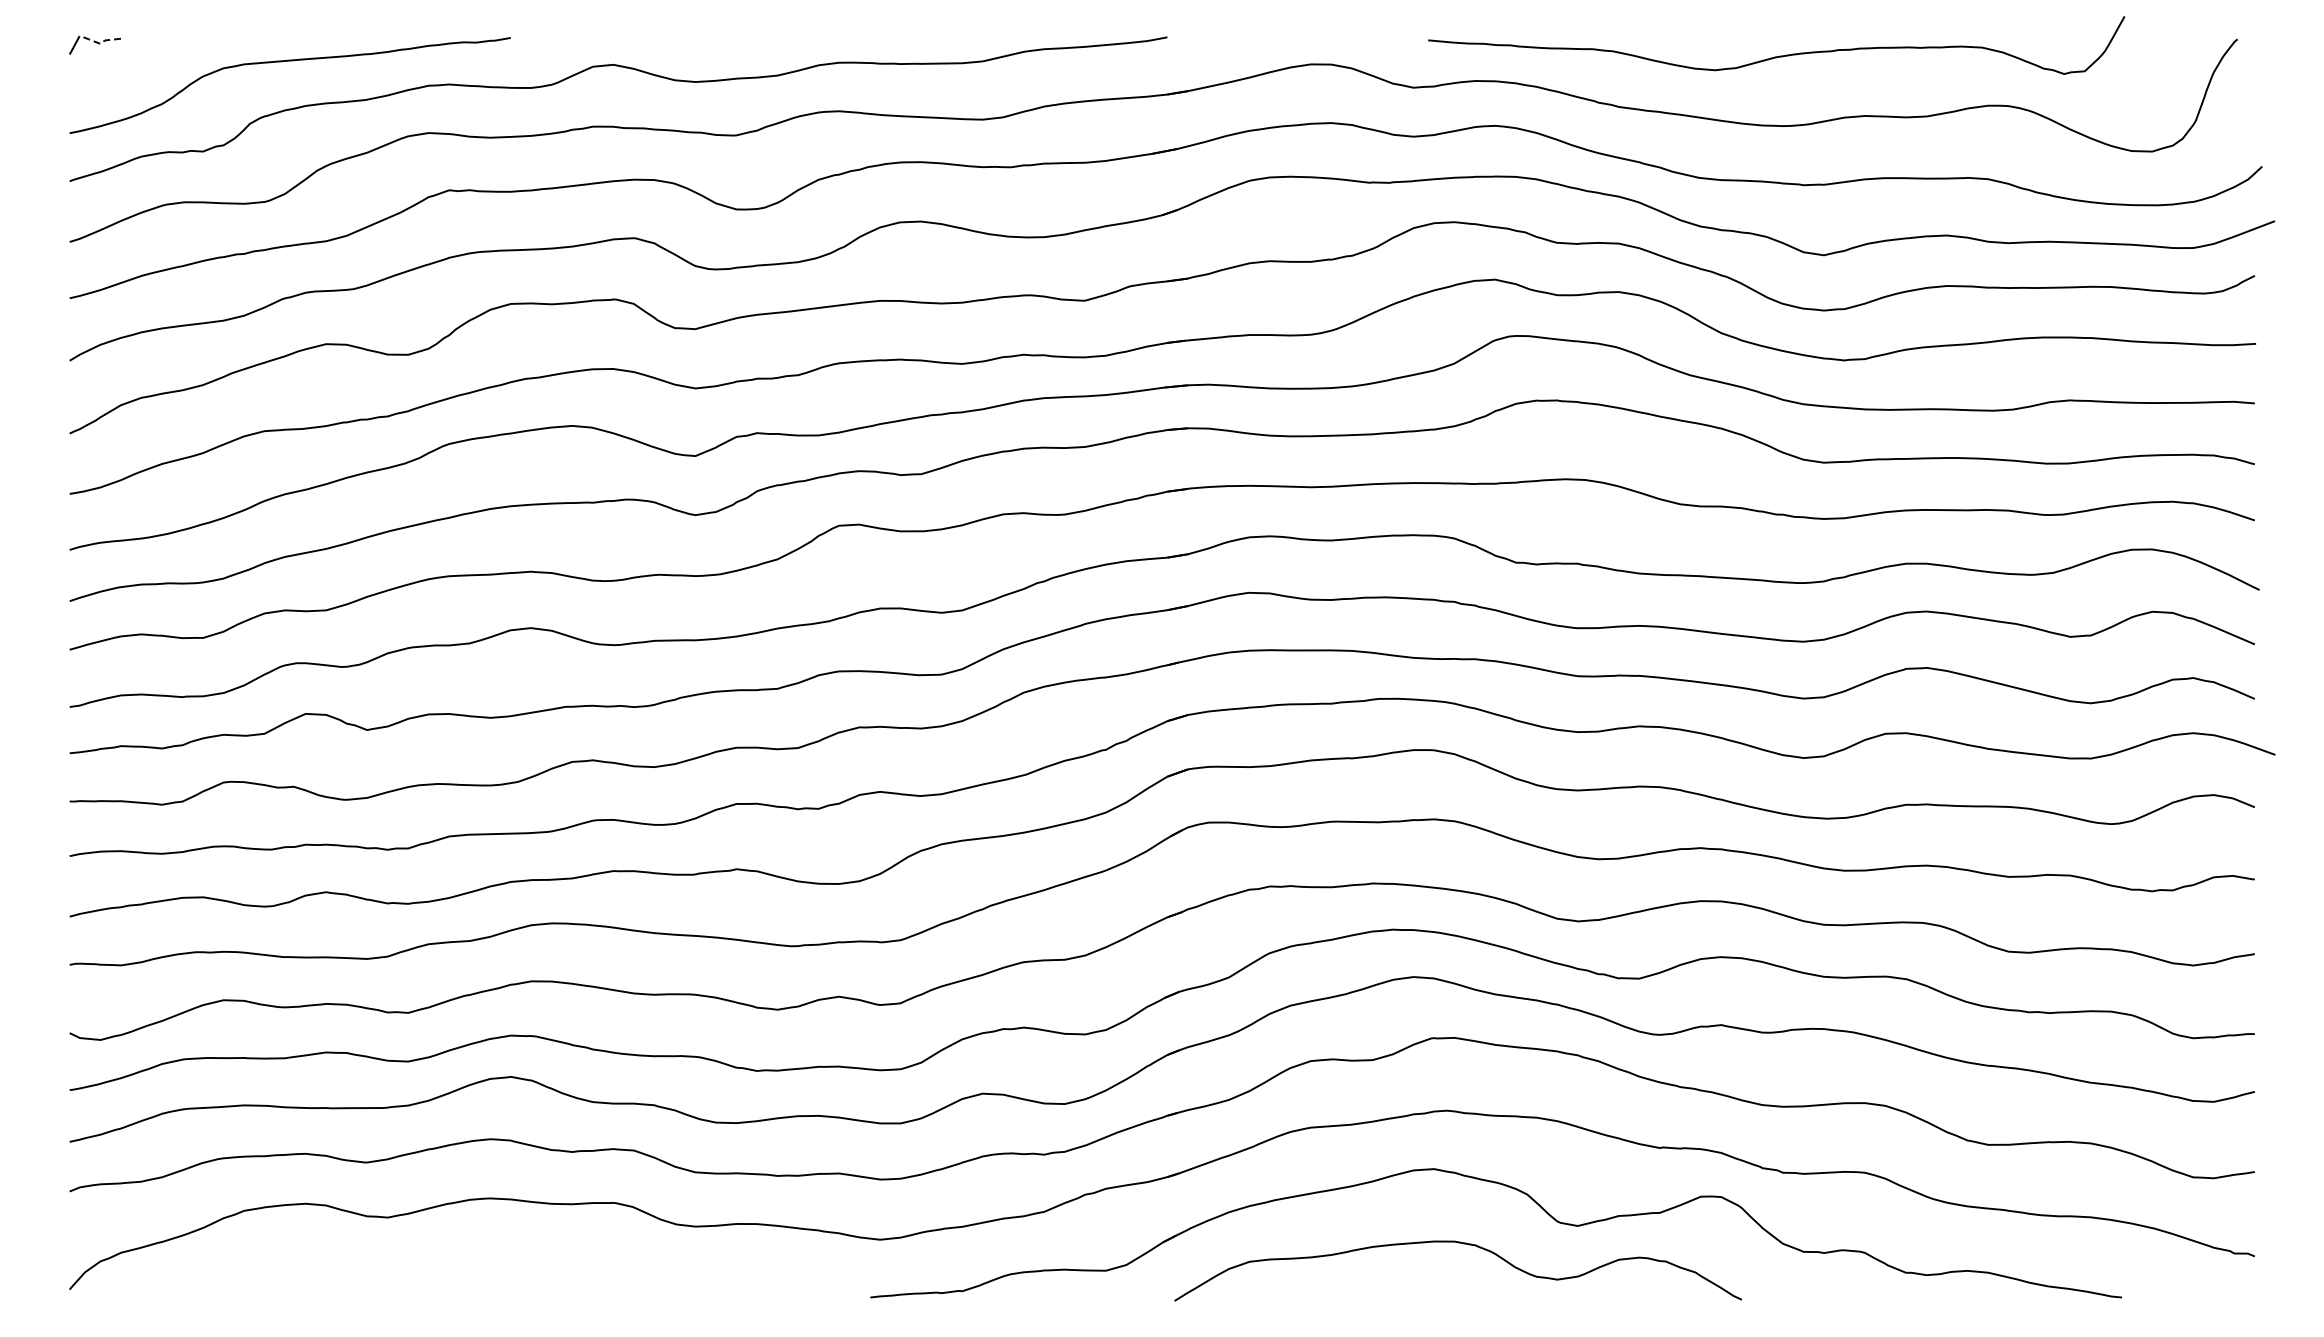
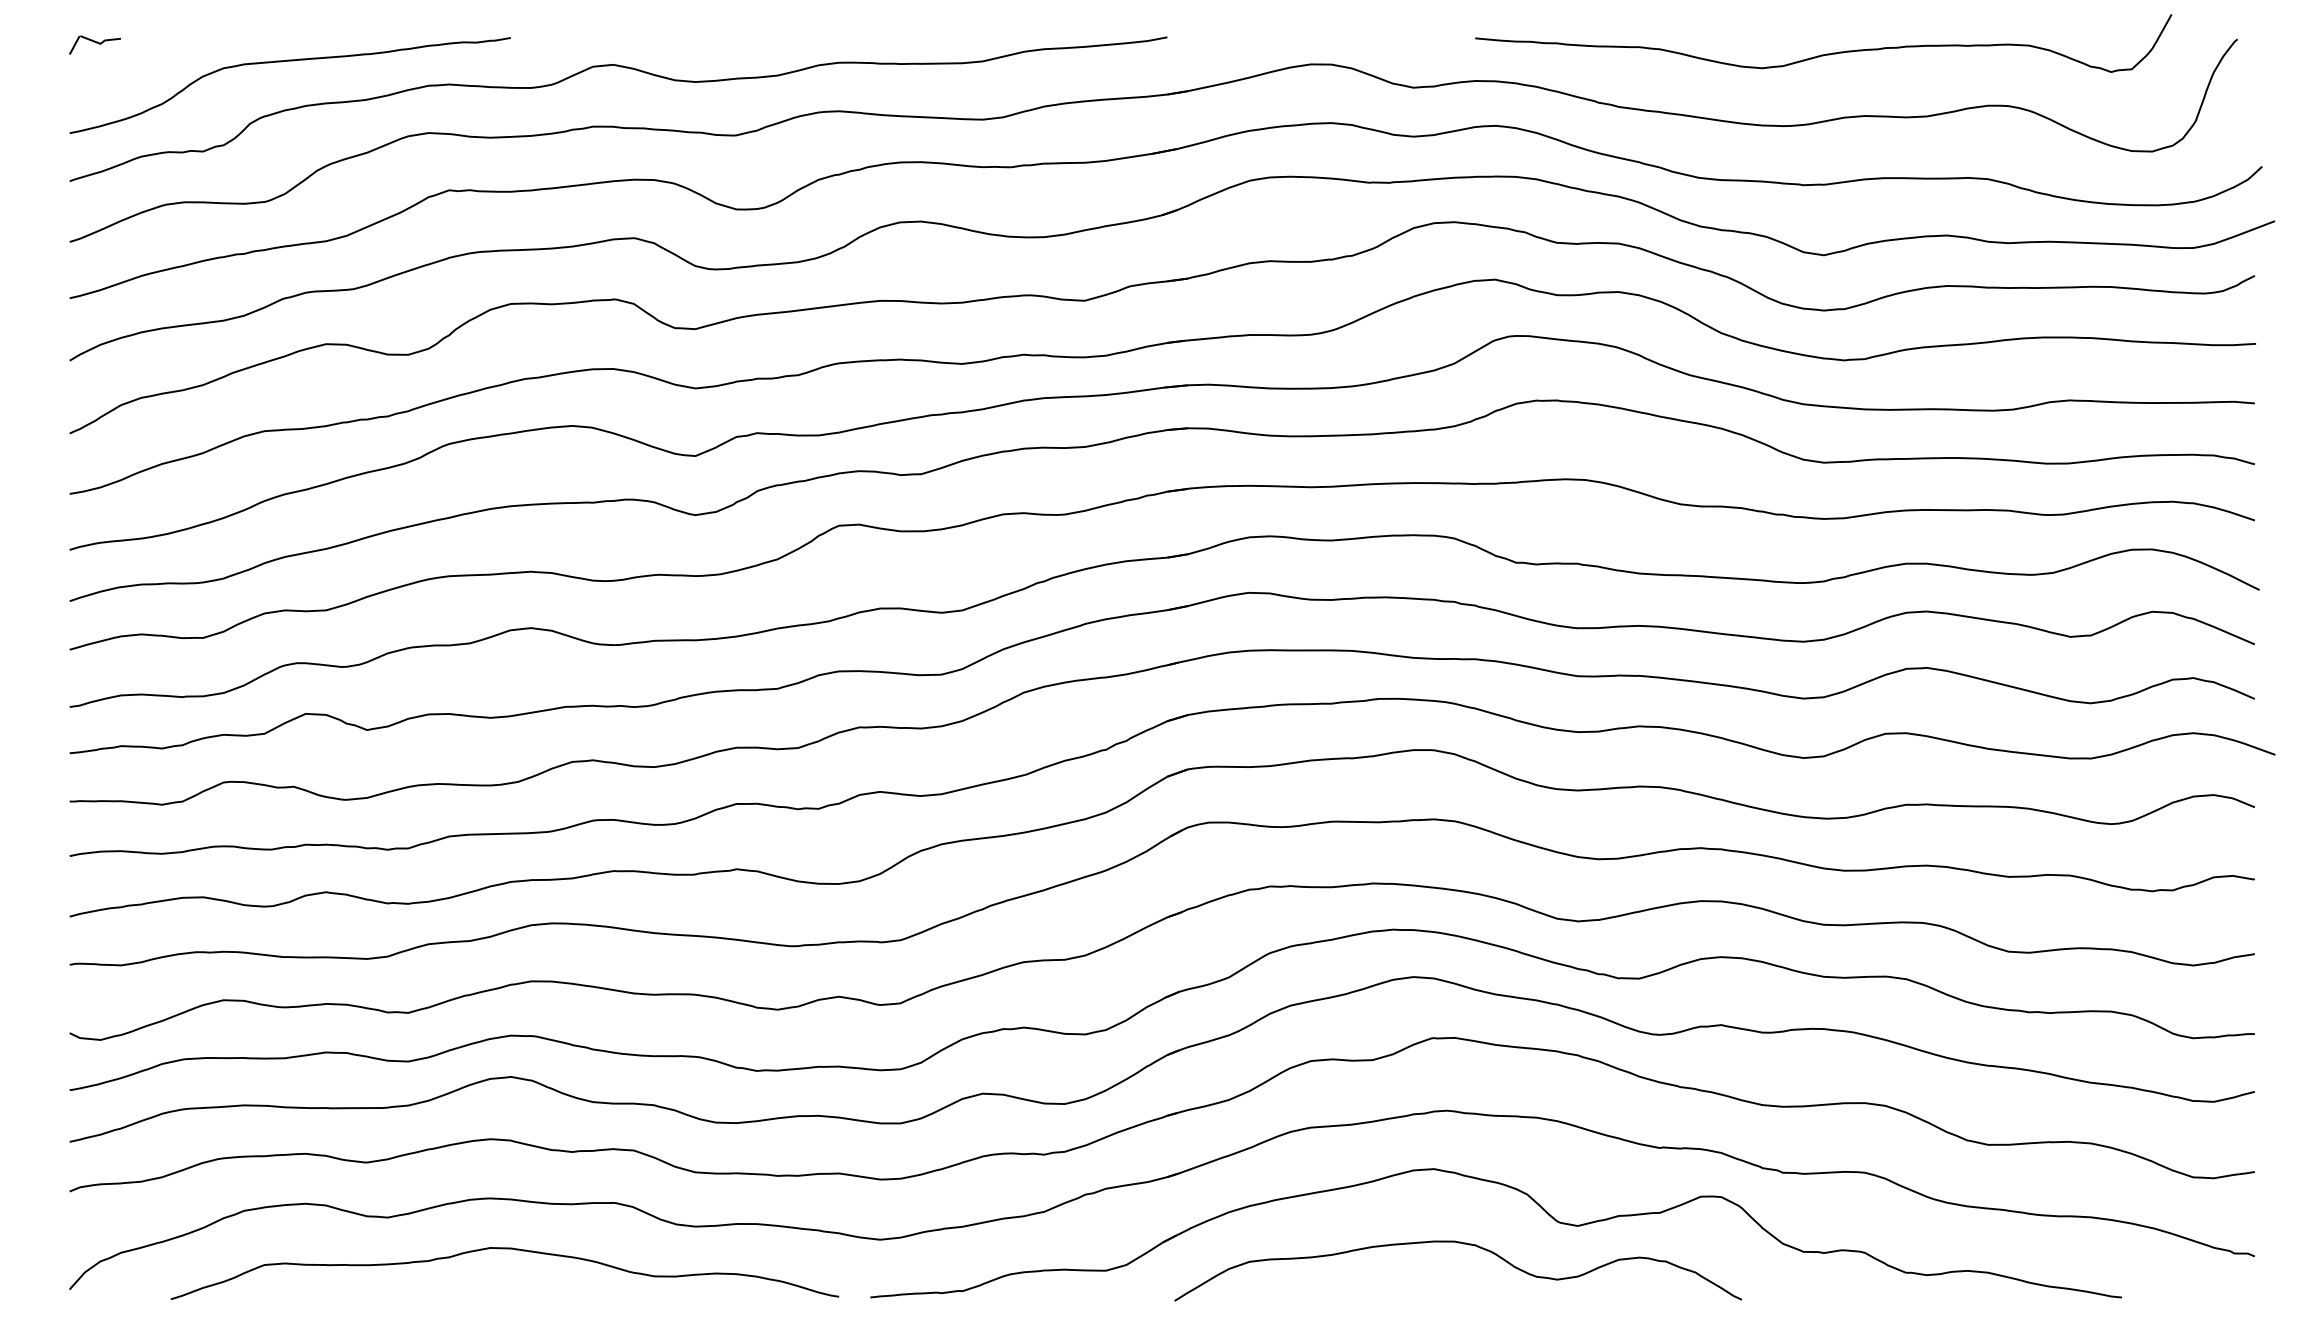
line at (100, 43): dashed -> solid
curve at (1779, 55) position: (1779, 55) -> (1826, 53)
curve at (504, 1249): none -> present
